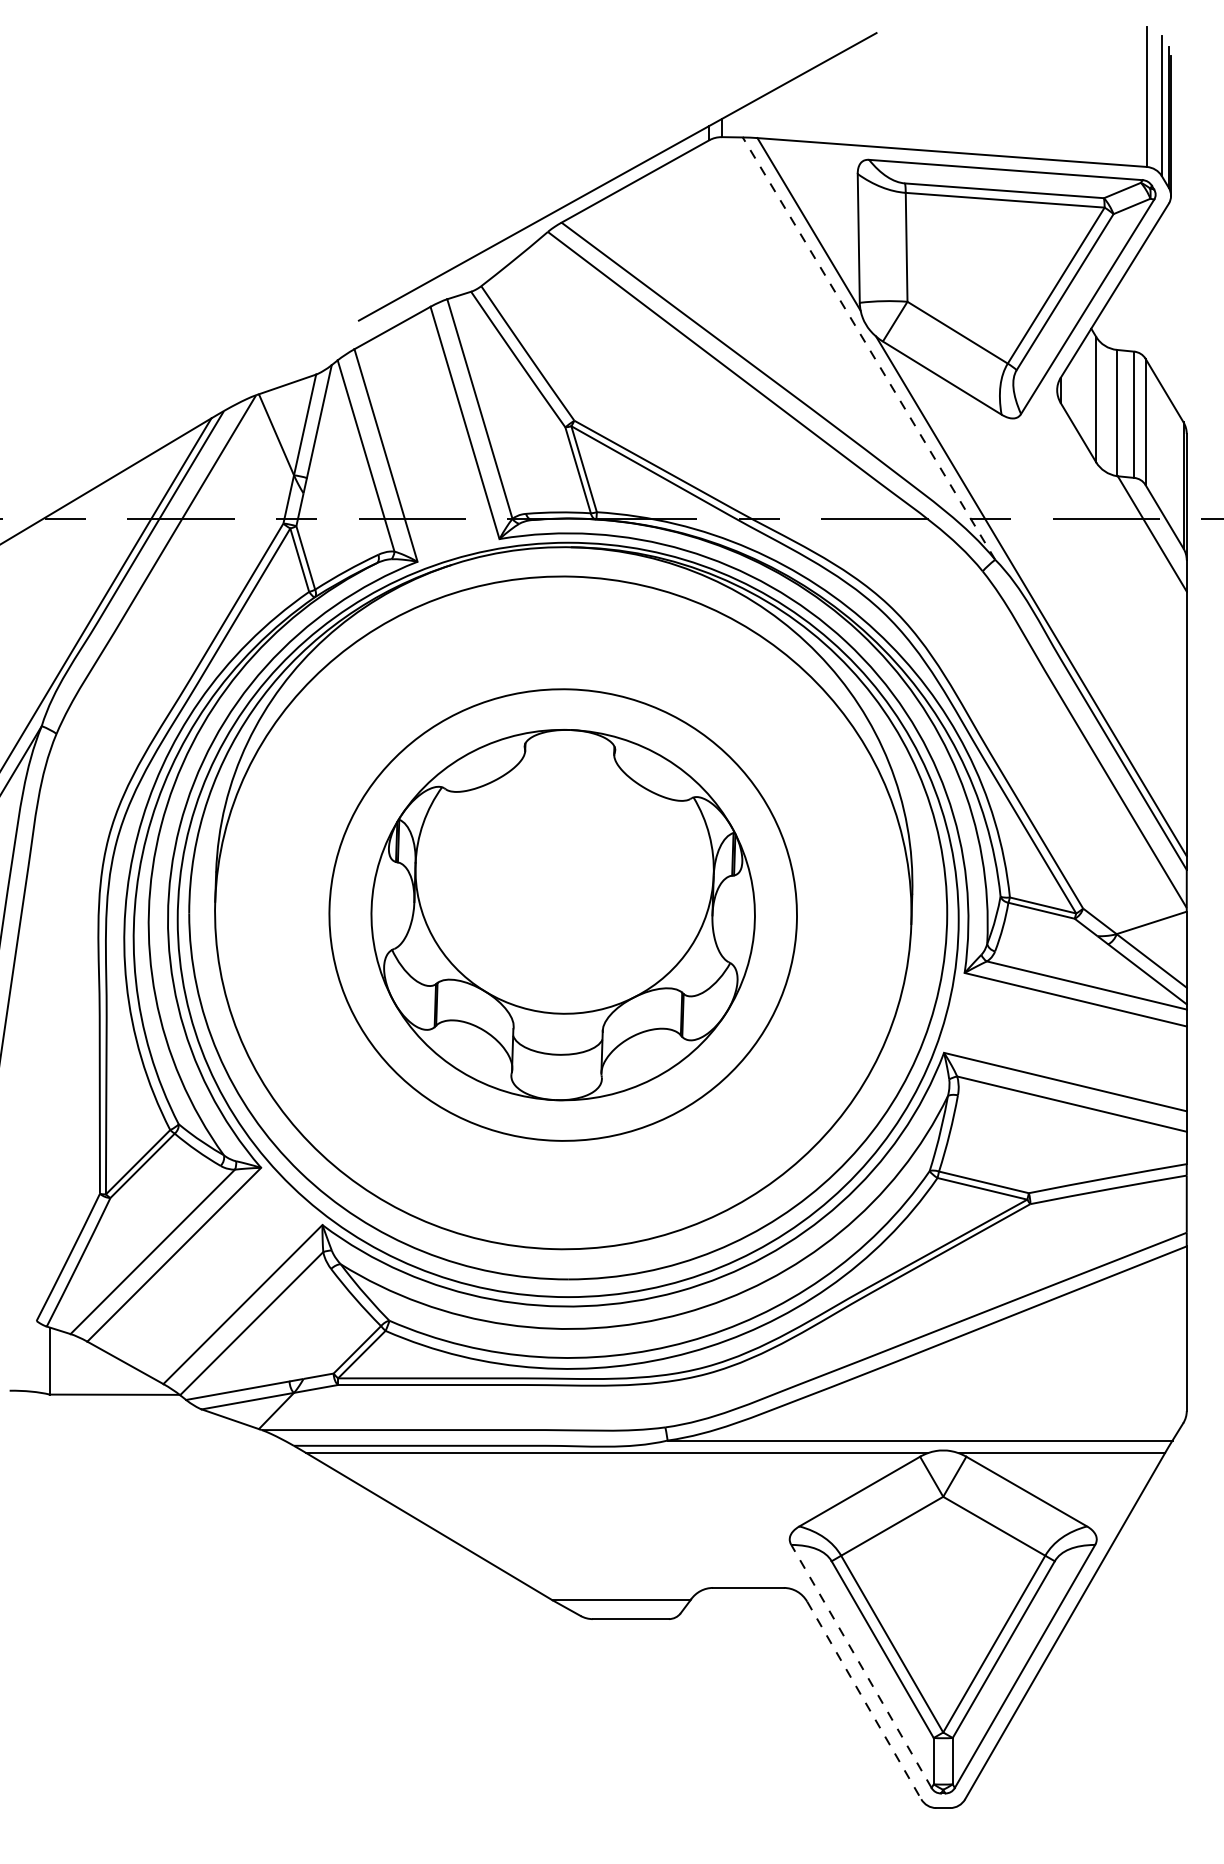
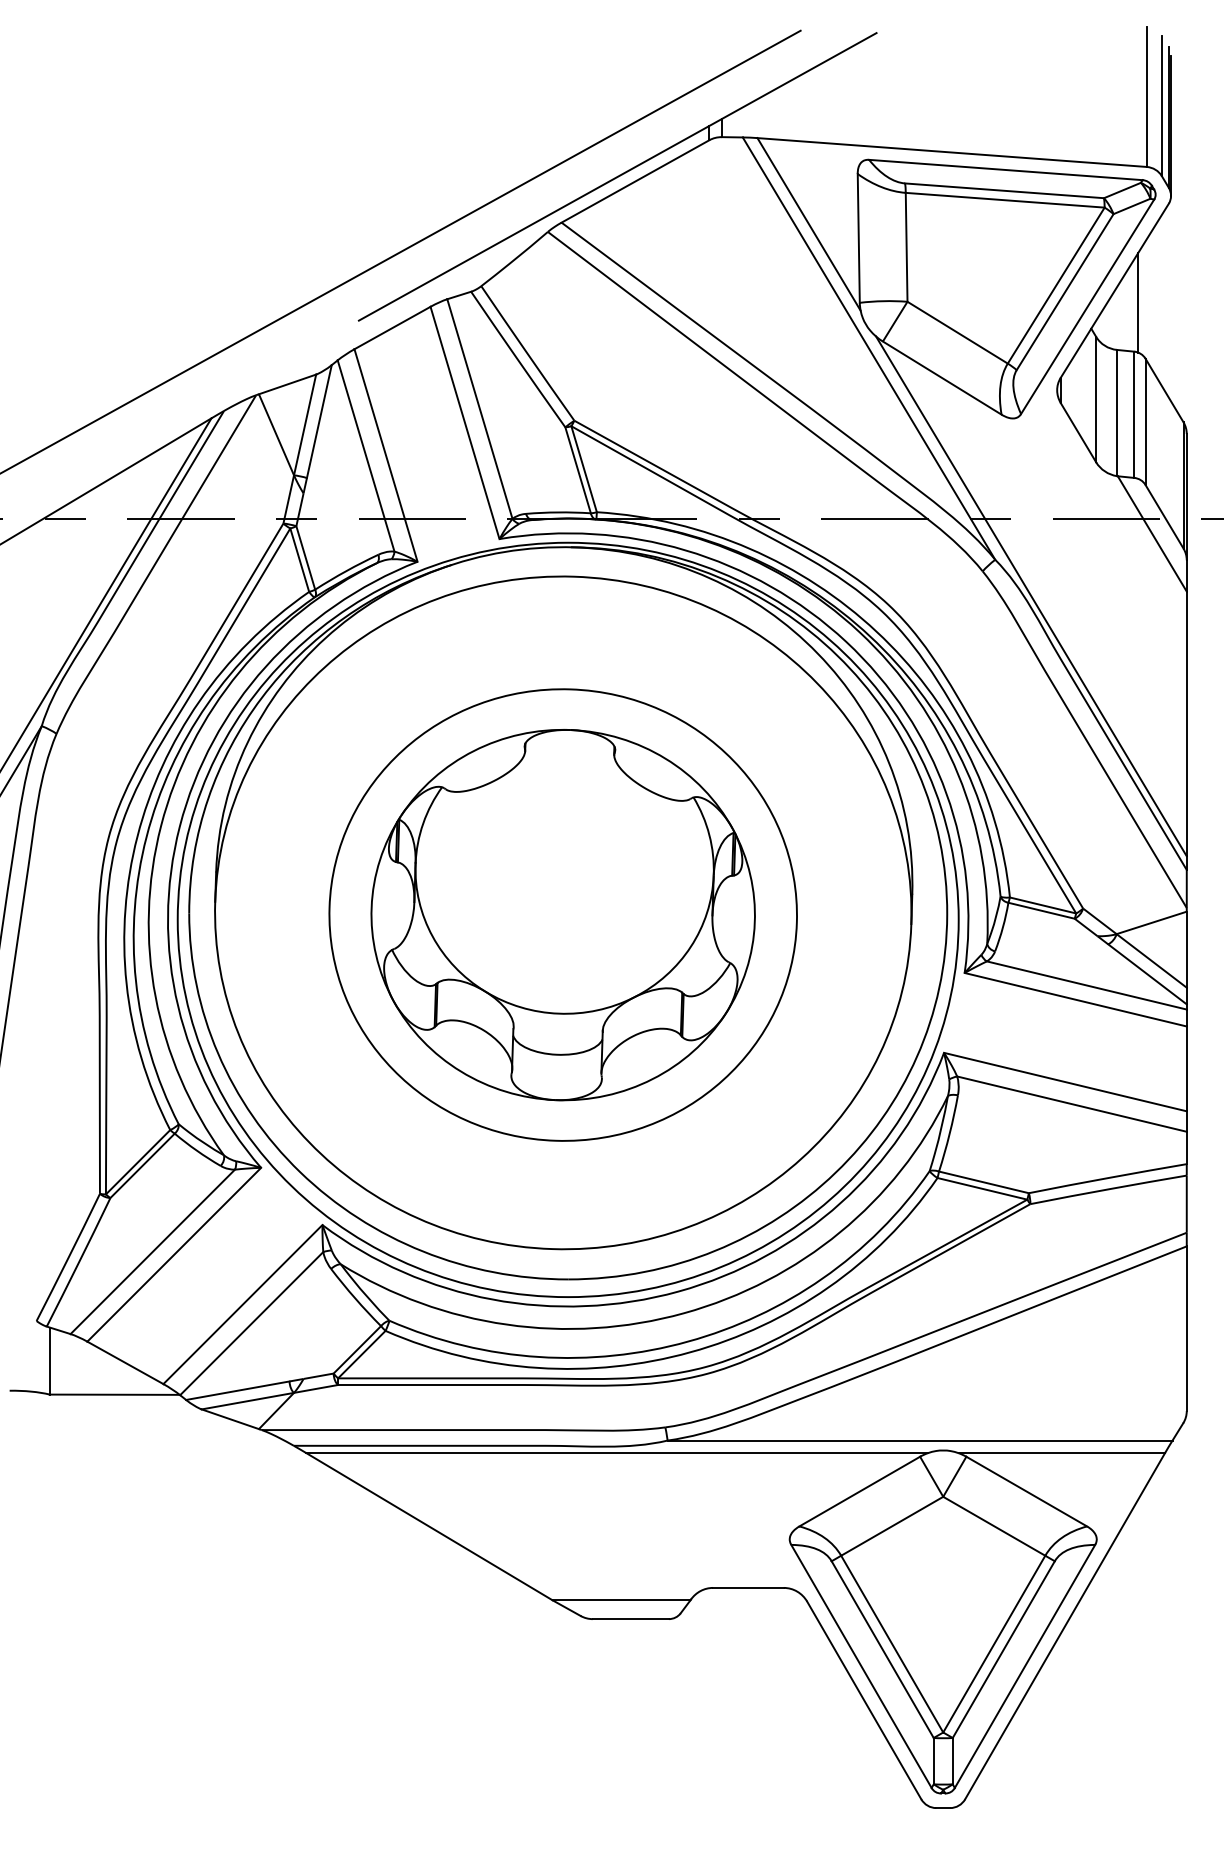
line at (401, 251): none -> present
line at (1137, 302): none -> present
line at (868, 348): dashed -> solid
line at (861, 1666): dashed -> solid
line at (864, 1700): dashed -> solid
